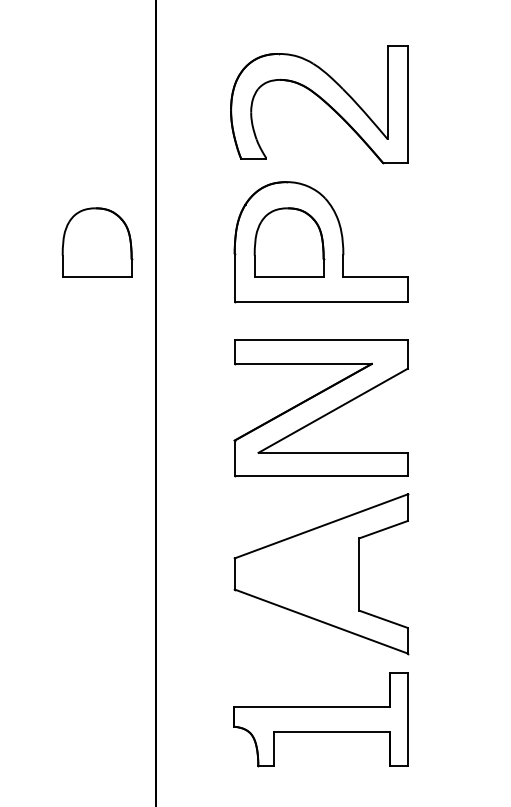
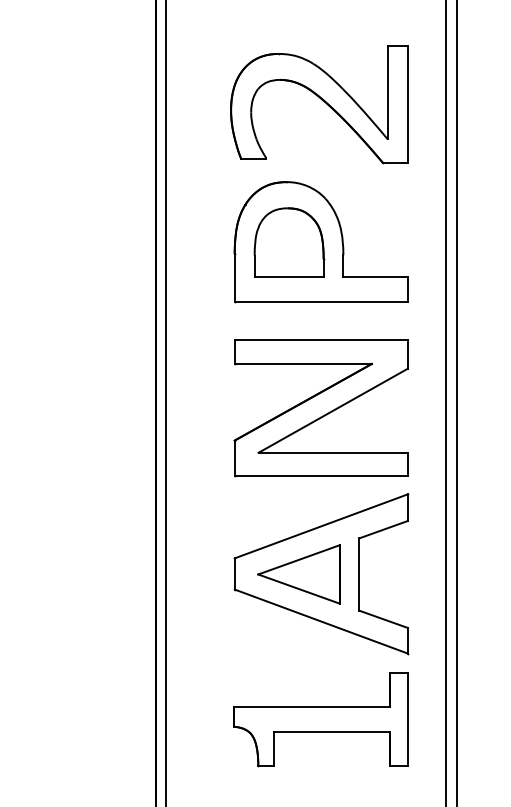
part at (97, 242): present -> none
line at (166, 402): none -> present
line at (446, 402): none -> present
line at (456, 402): none -> present
part at (298, 574): none -> present
